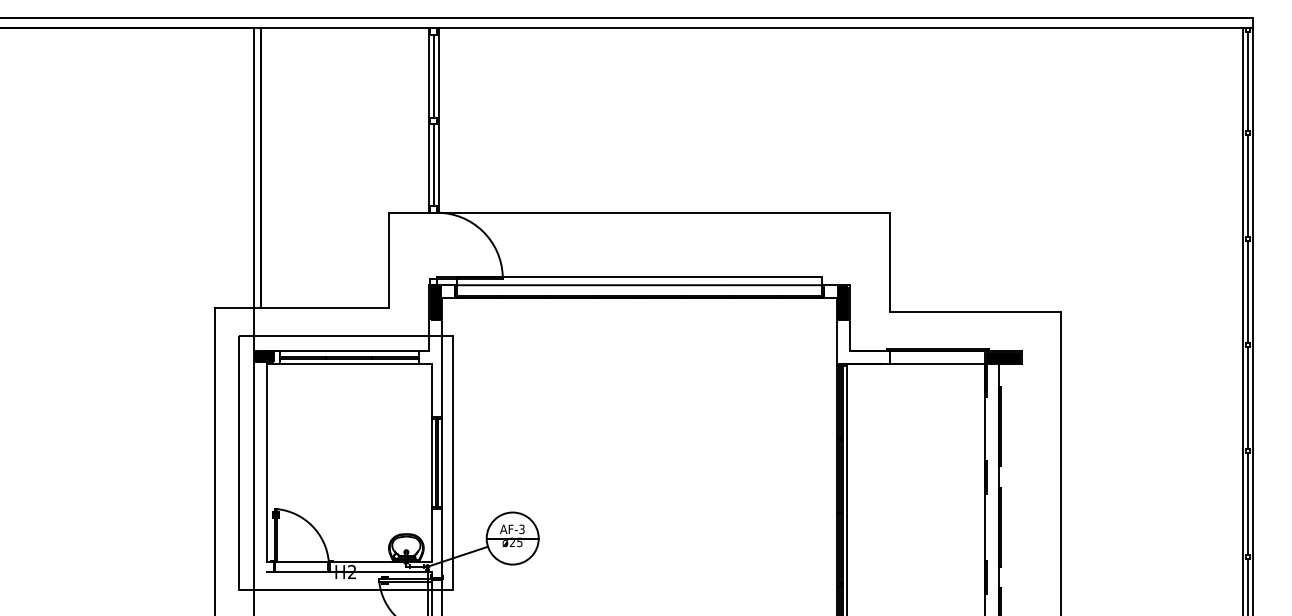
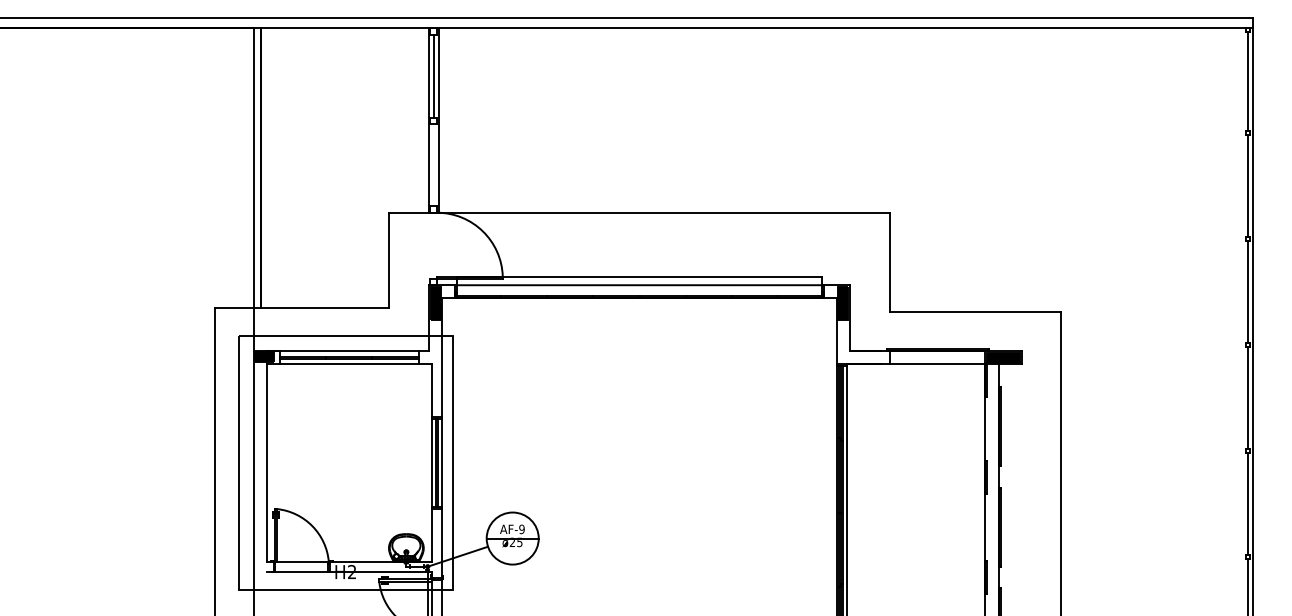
line at (433, 165): present -> none
line at (1243, 320): present -> none
text at (521, 528): AF-3 -> AF-9
